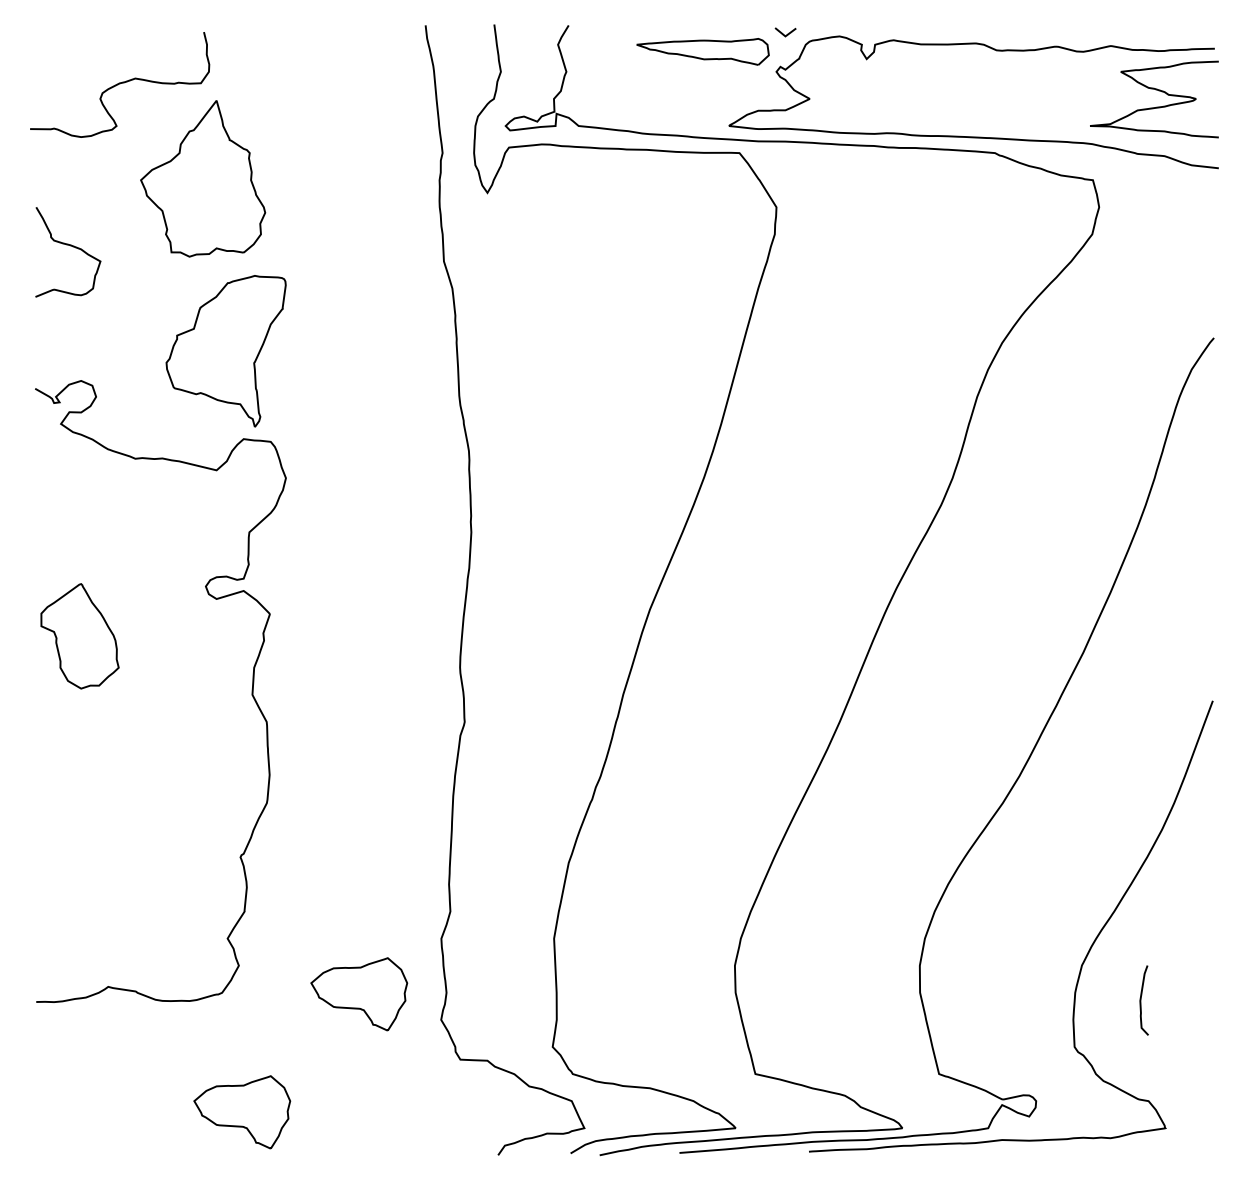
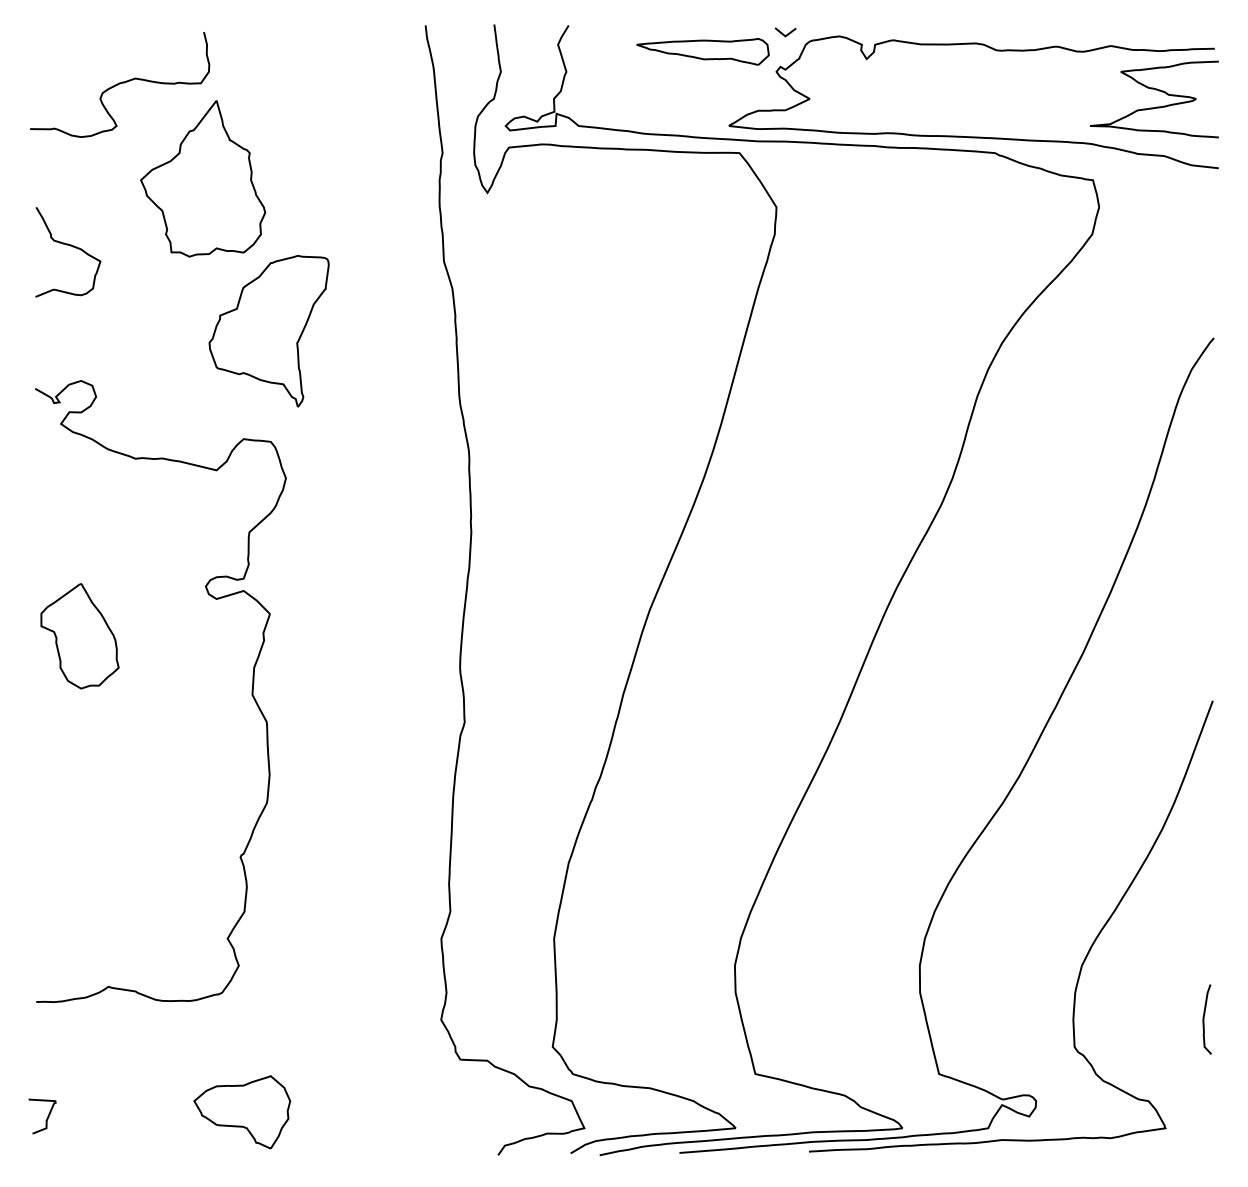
part at (225, 351) position: (225, 351) -> (268, 331)
part at (359, 994): present -> none
curve at (1141, 1000) position: (1141, 1000) -> (1204, 1019)
curve at (46, 1118): none -> present
